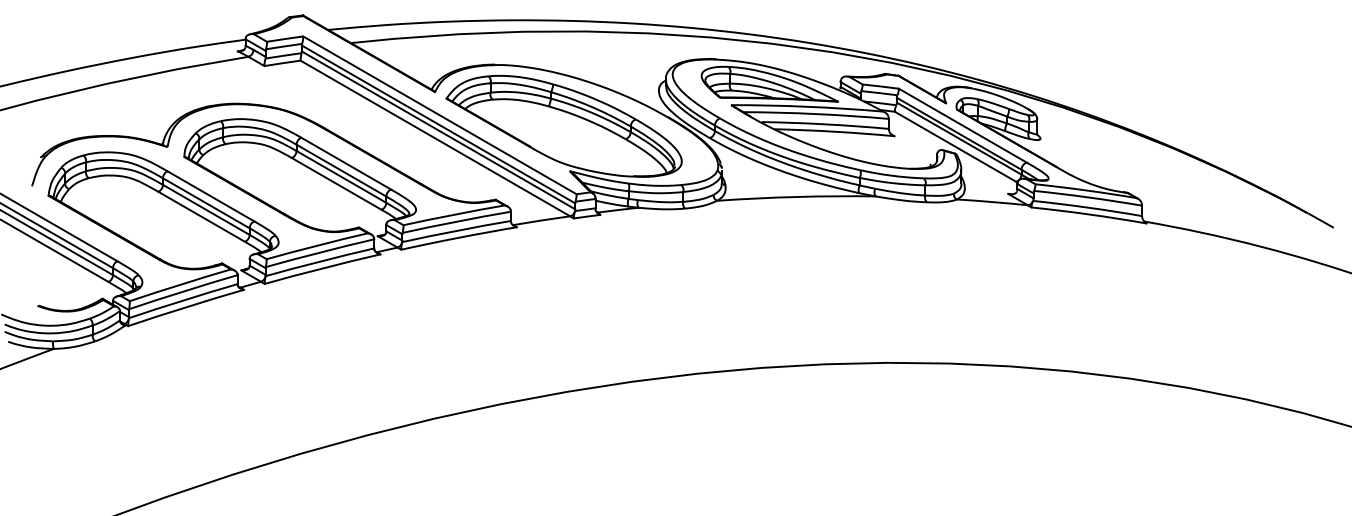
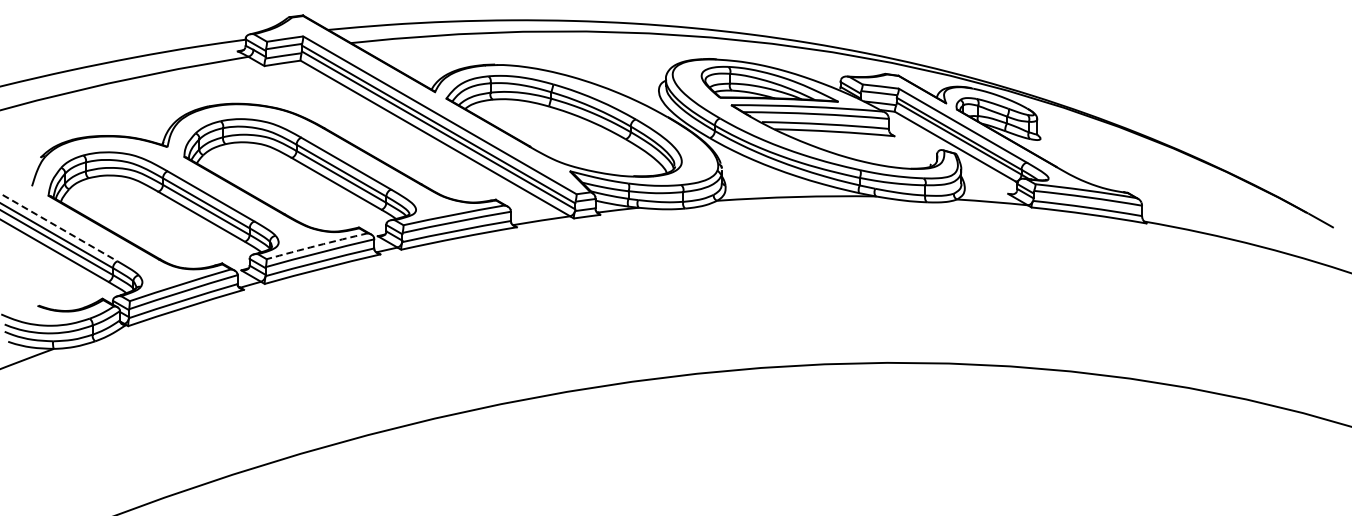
line at (58, 227): solid -> dashed
arc at (317, 245): solid -> dashed
